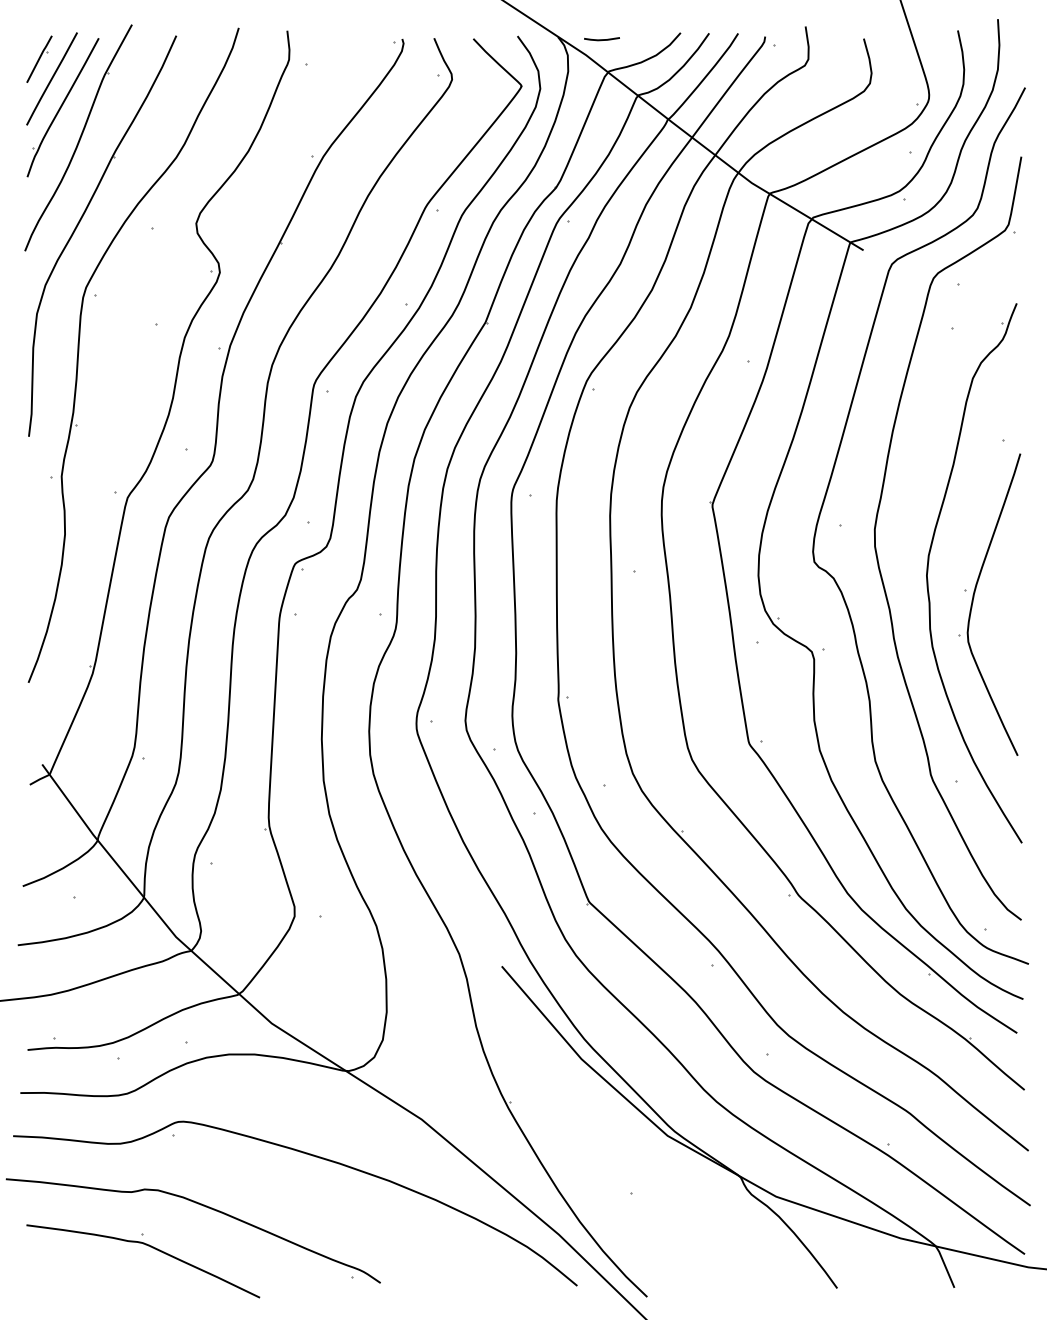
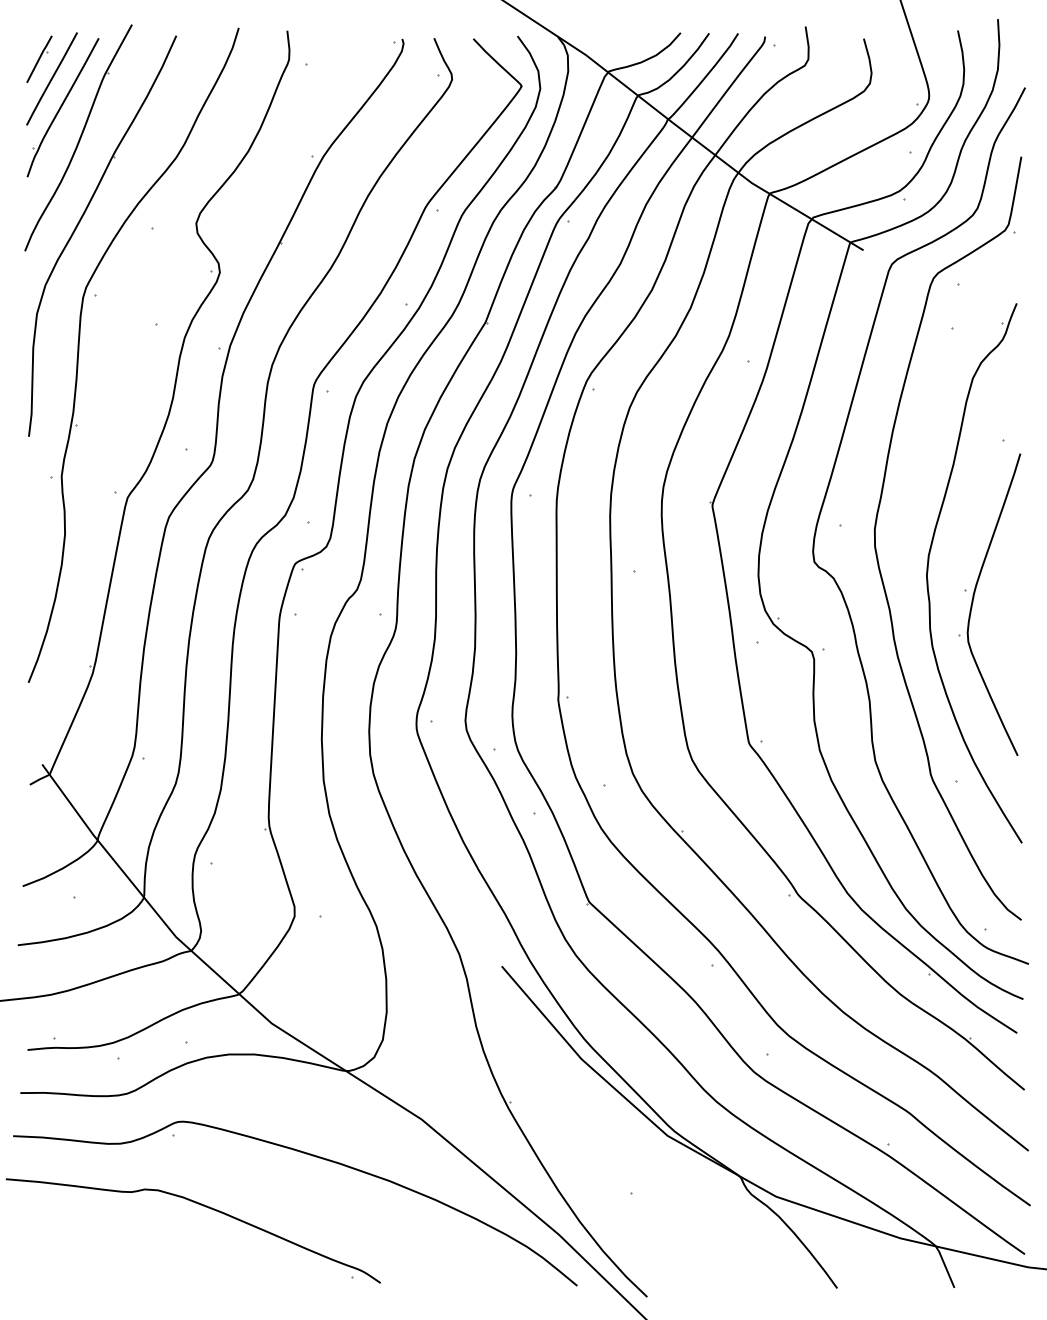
line at (601, 39): present -> none
part at (150, 1247): present -> none
